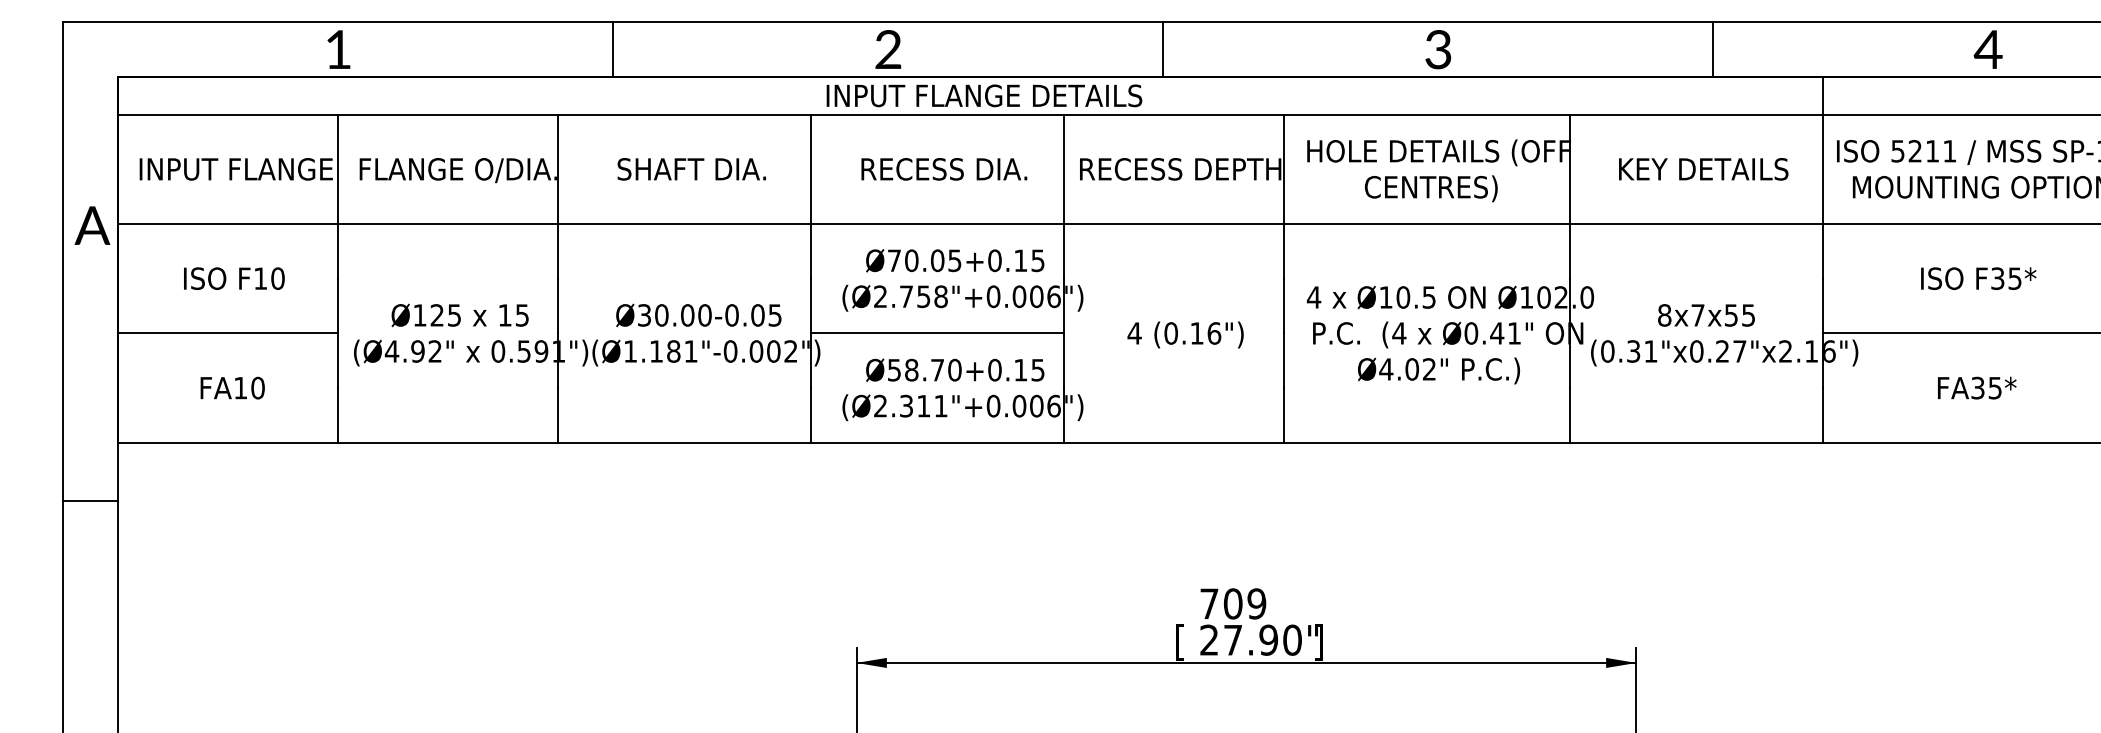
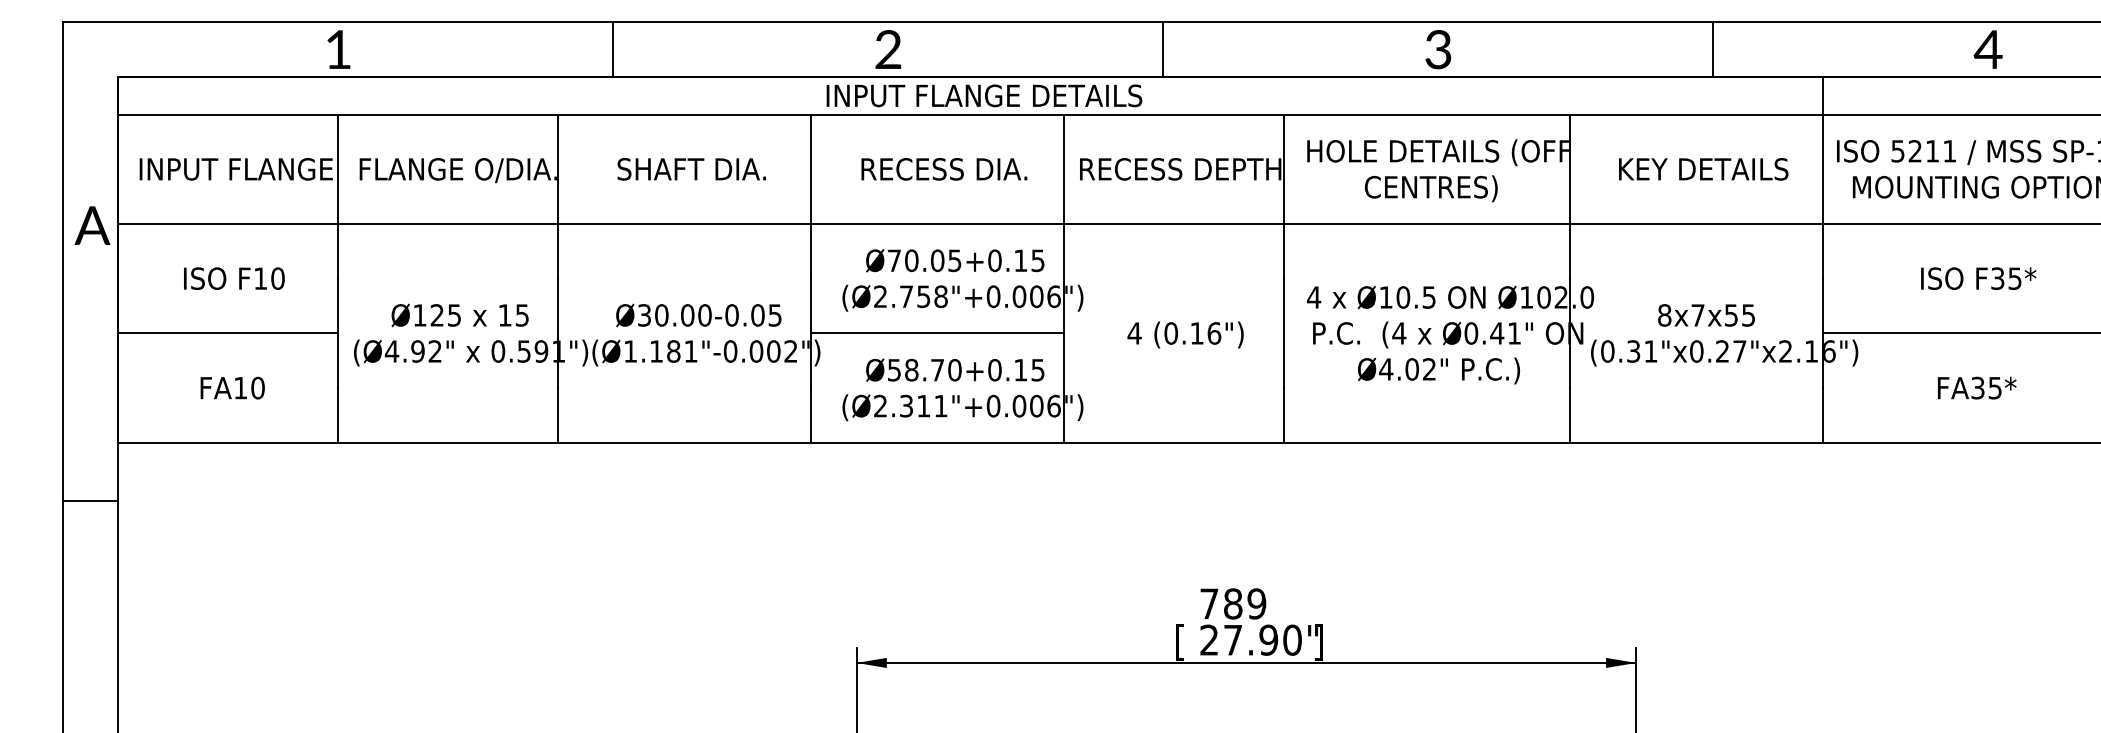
text at (1232, 603): 709 -> 789
